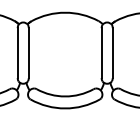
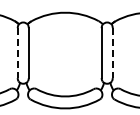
line at (17, 53): solid -> dashed
line at (112, 53): solid -> dashed
